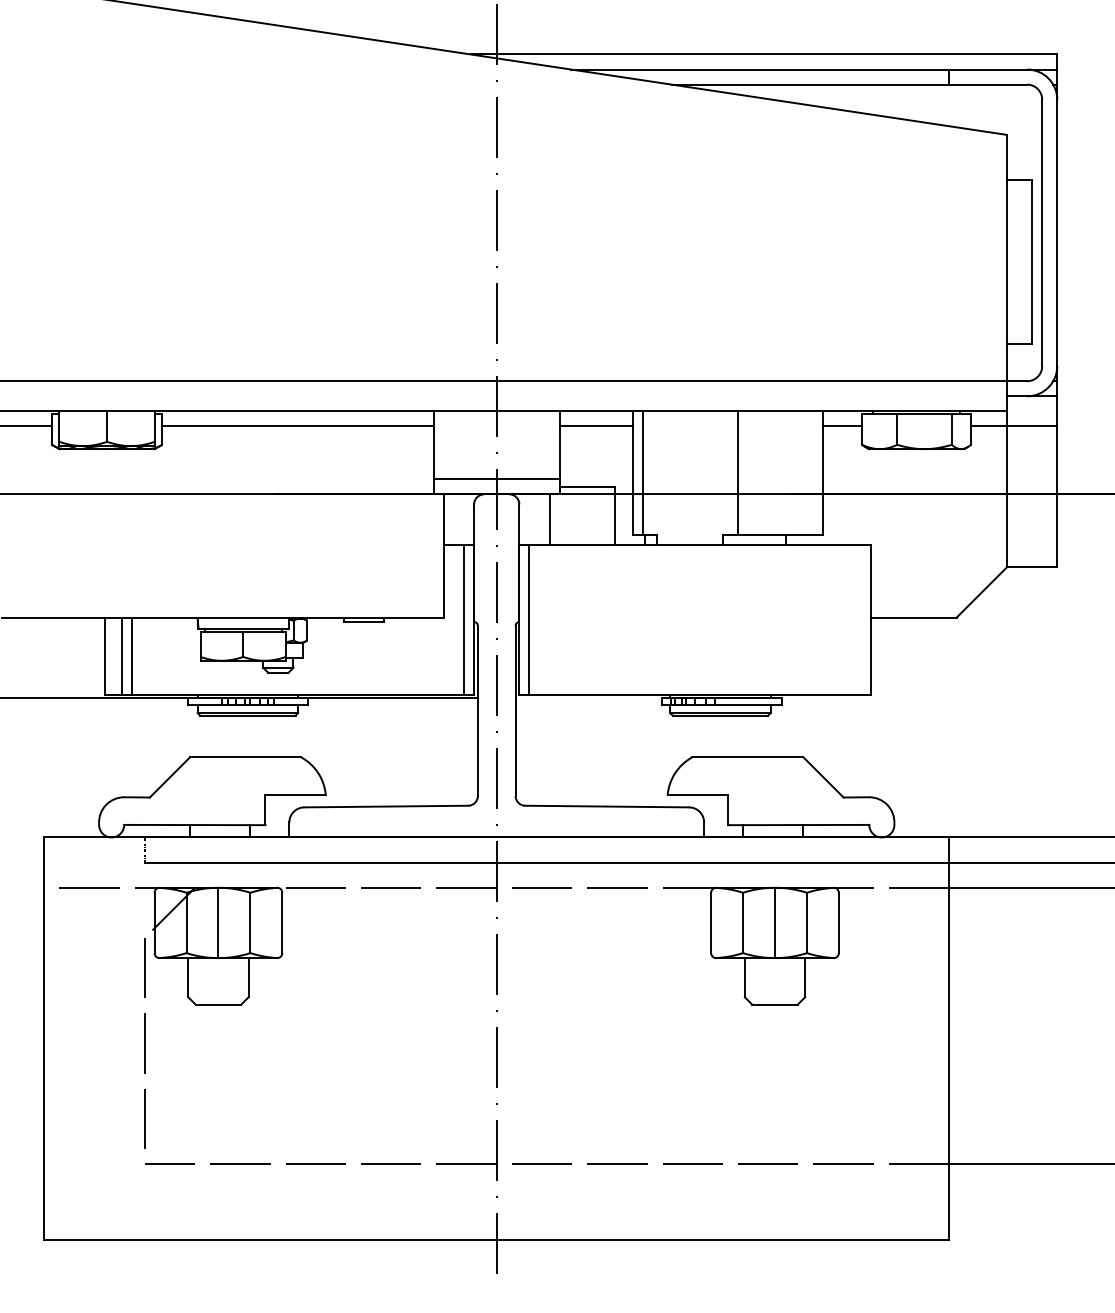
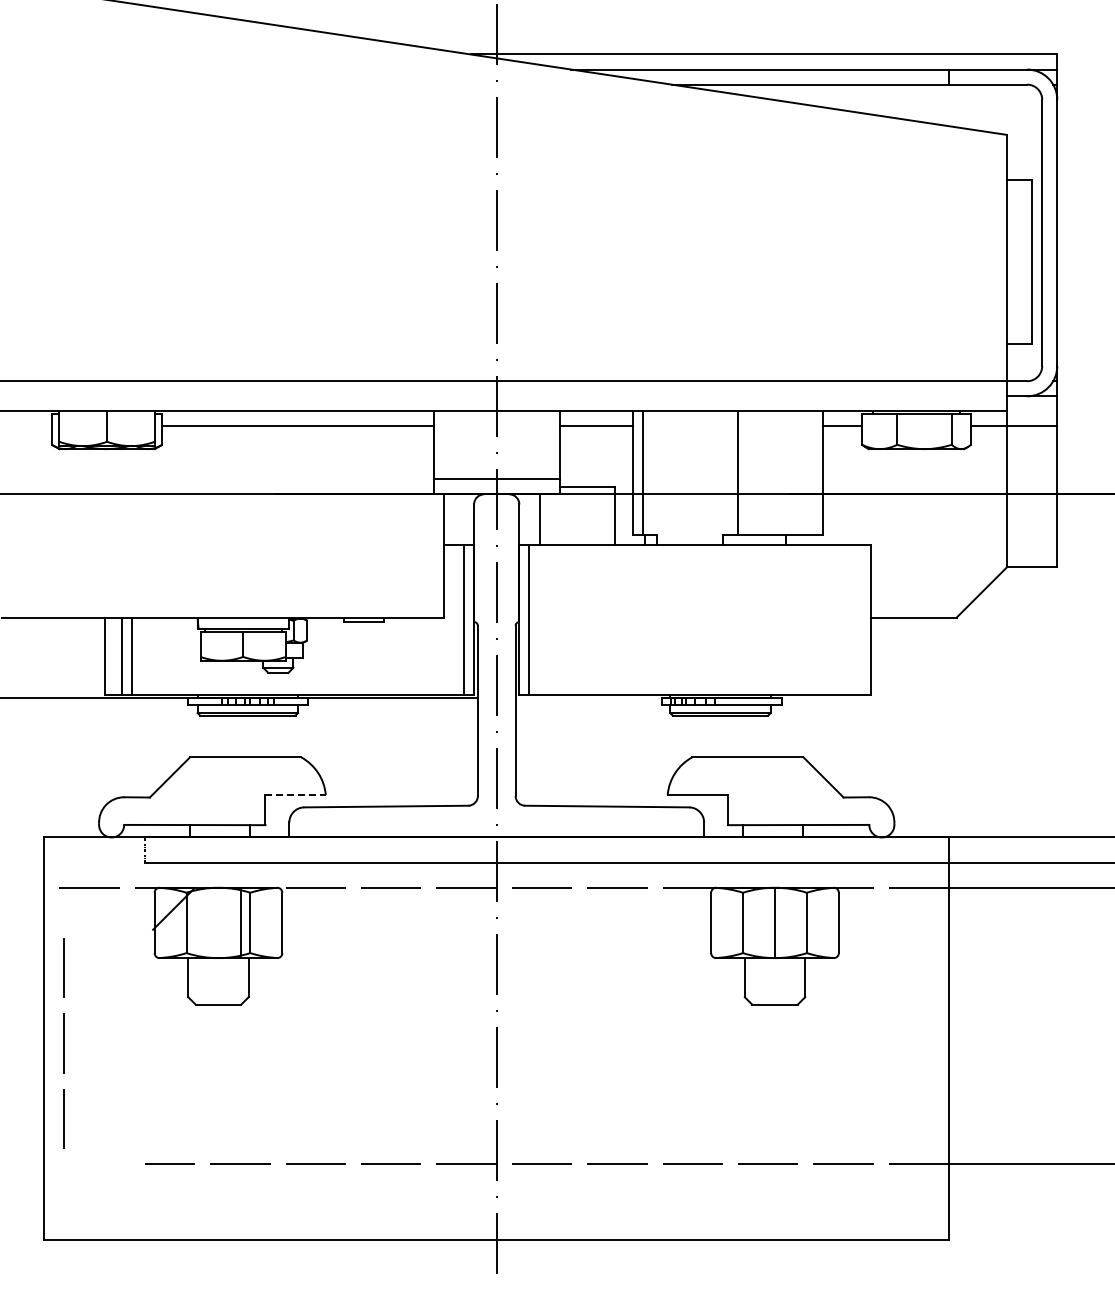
line at (26, 426): present -> none
line at (549, 519) position: (549, 519) -> (539, 519)
line at (296, 795): solid -> dashed
line at (218, 922) position: (218, 922) -> (241, 922)
line at (144, 1043) position: (144, 1043) -> (63, 1043)
